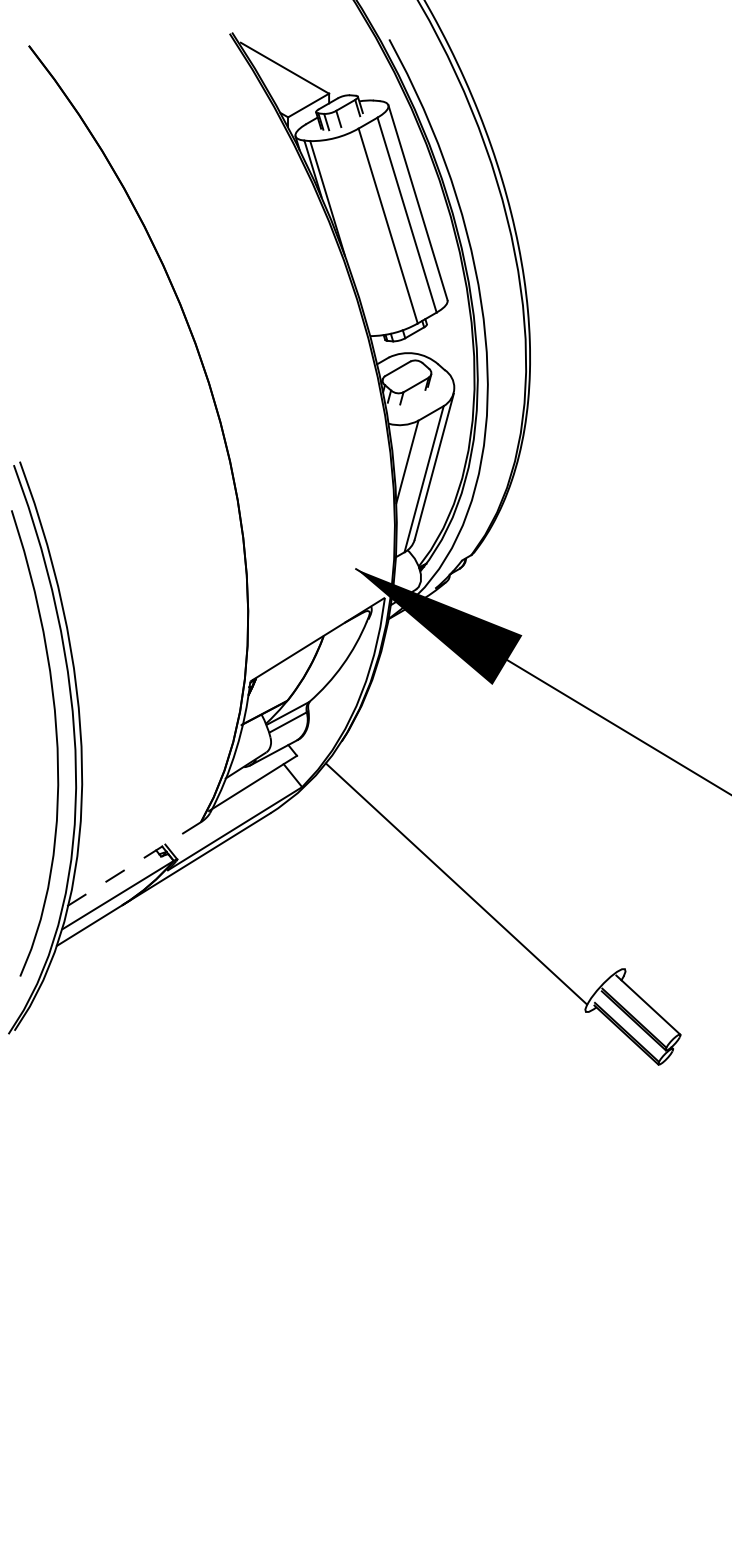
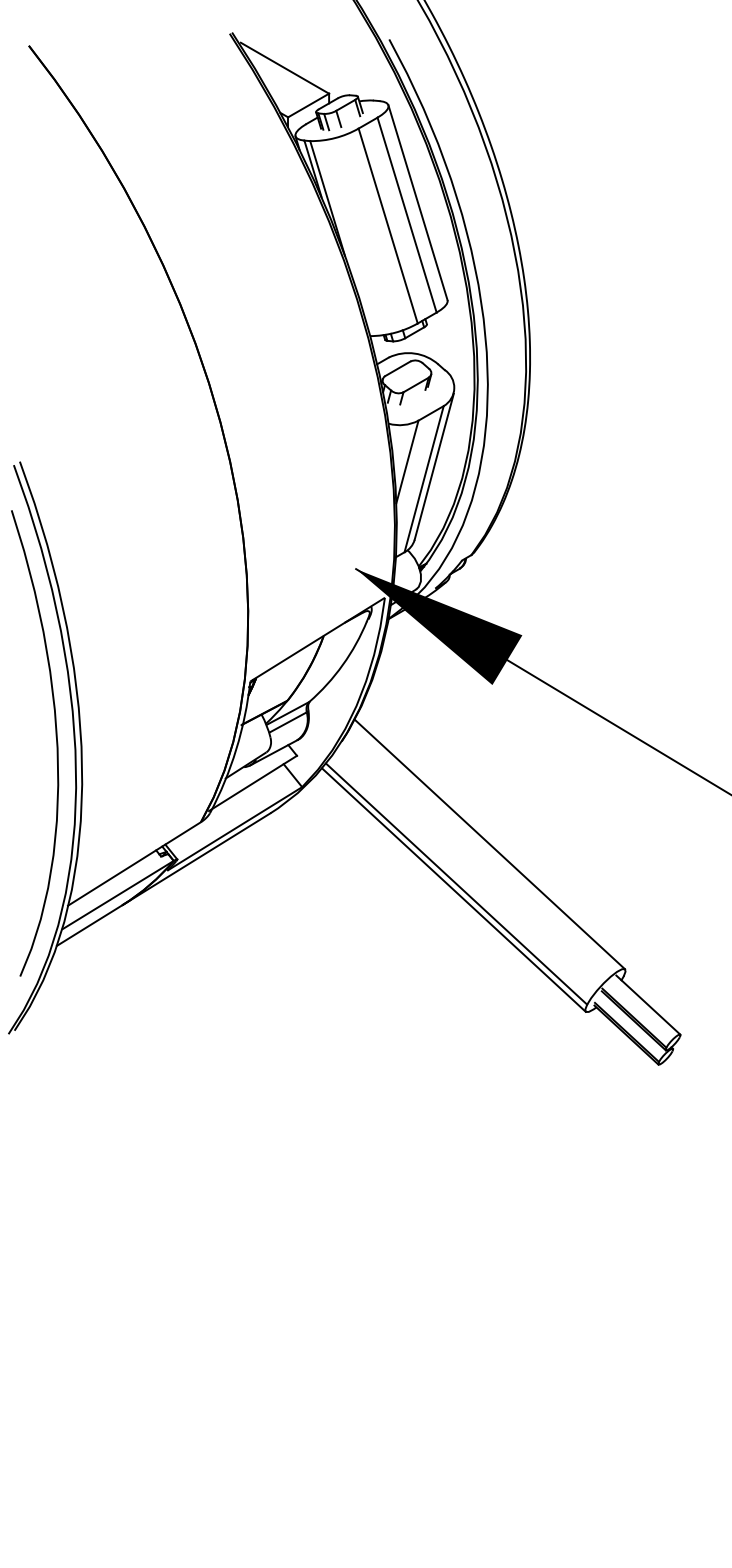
line at (489, 844): none -> present
line at (134, 863): dashed -> solid
line at (453, 889): none -> present
